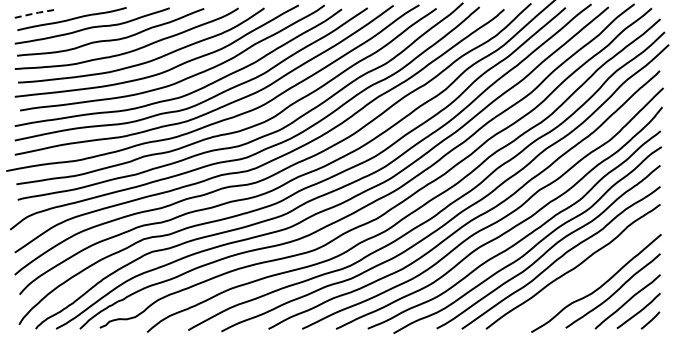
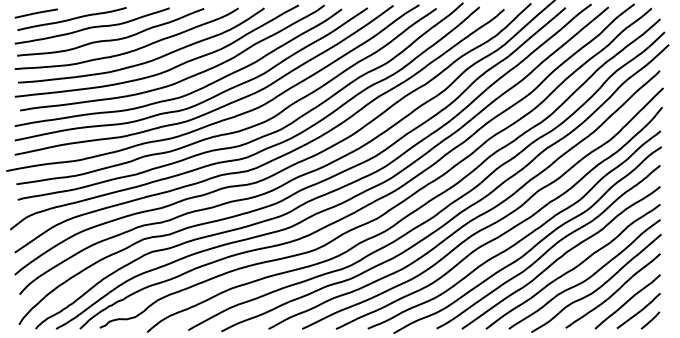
line at (36, 13): dashed -> solid
curve at (586, 278): none -> present
